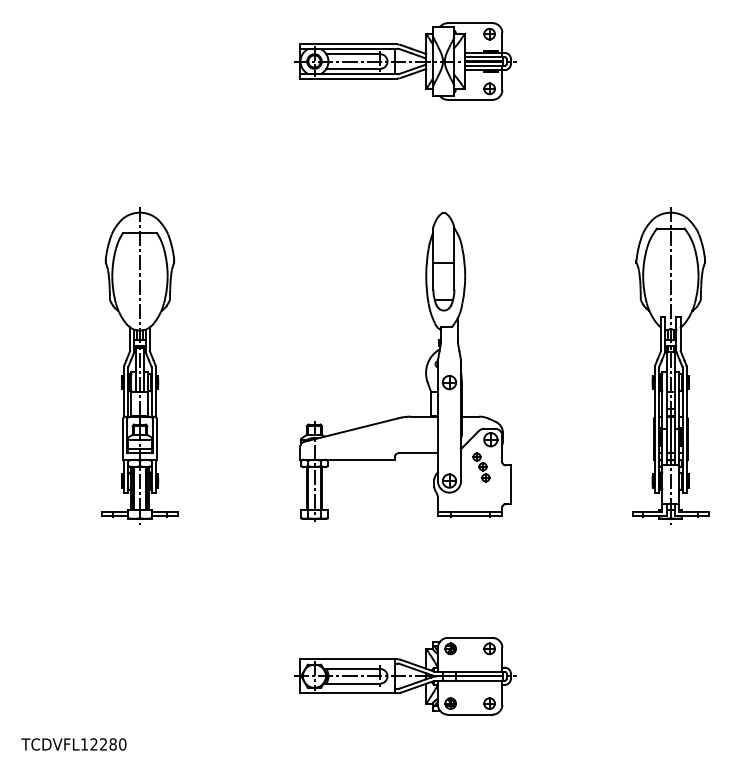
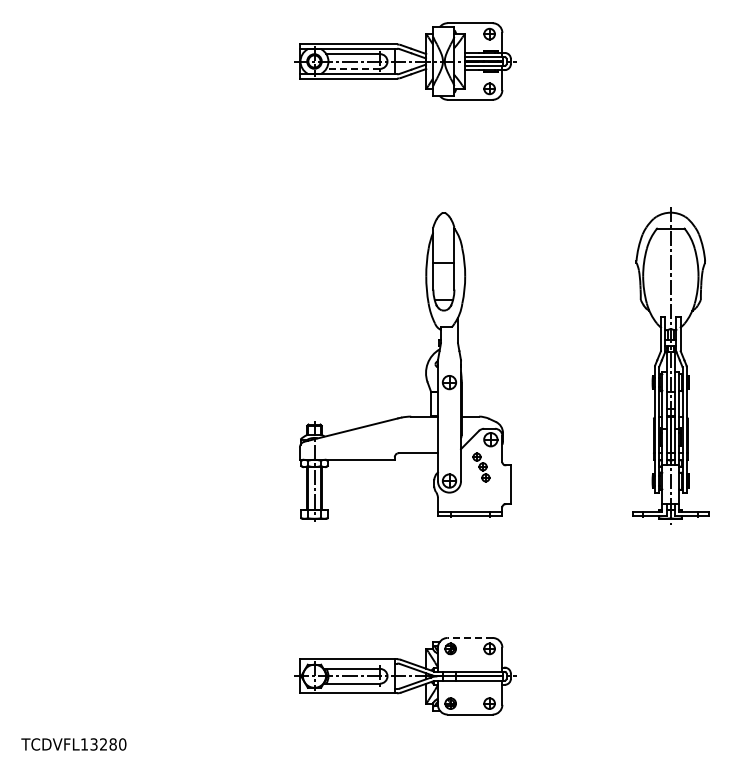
line at (353, 68): solid -> dashed
part at (139, 365): present -> none
line at (469, 637): solid -> dashed
text at (93, 744): TCDVFL12280 -> TCDVFL13280
